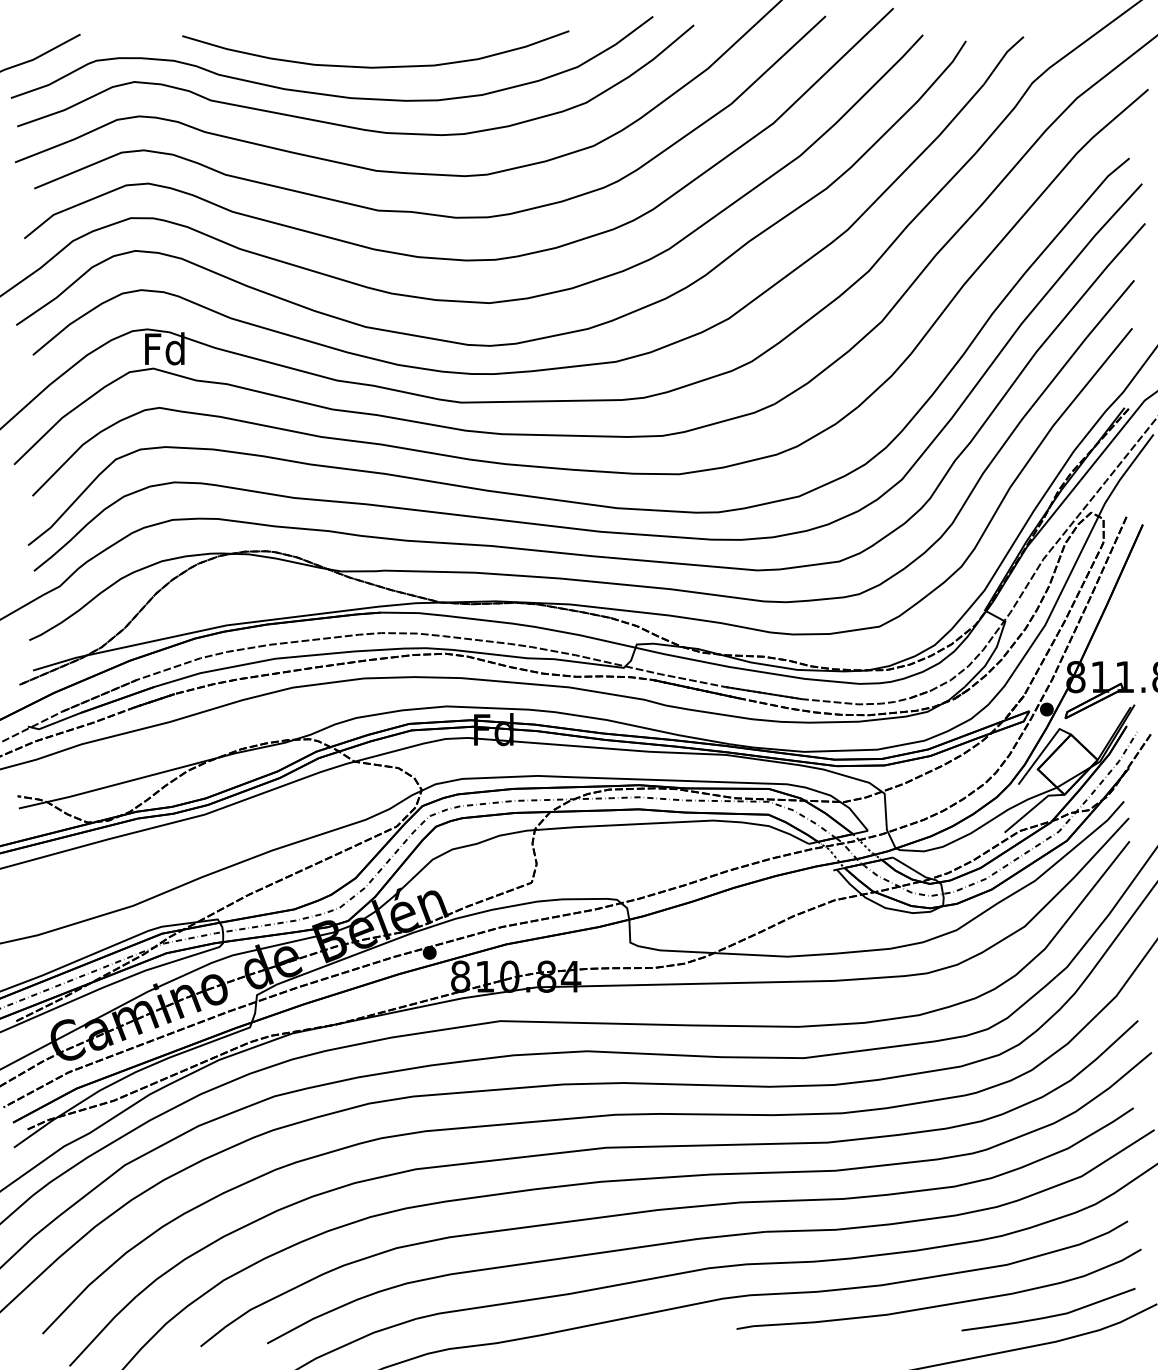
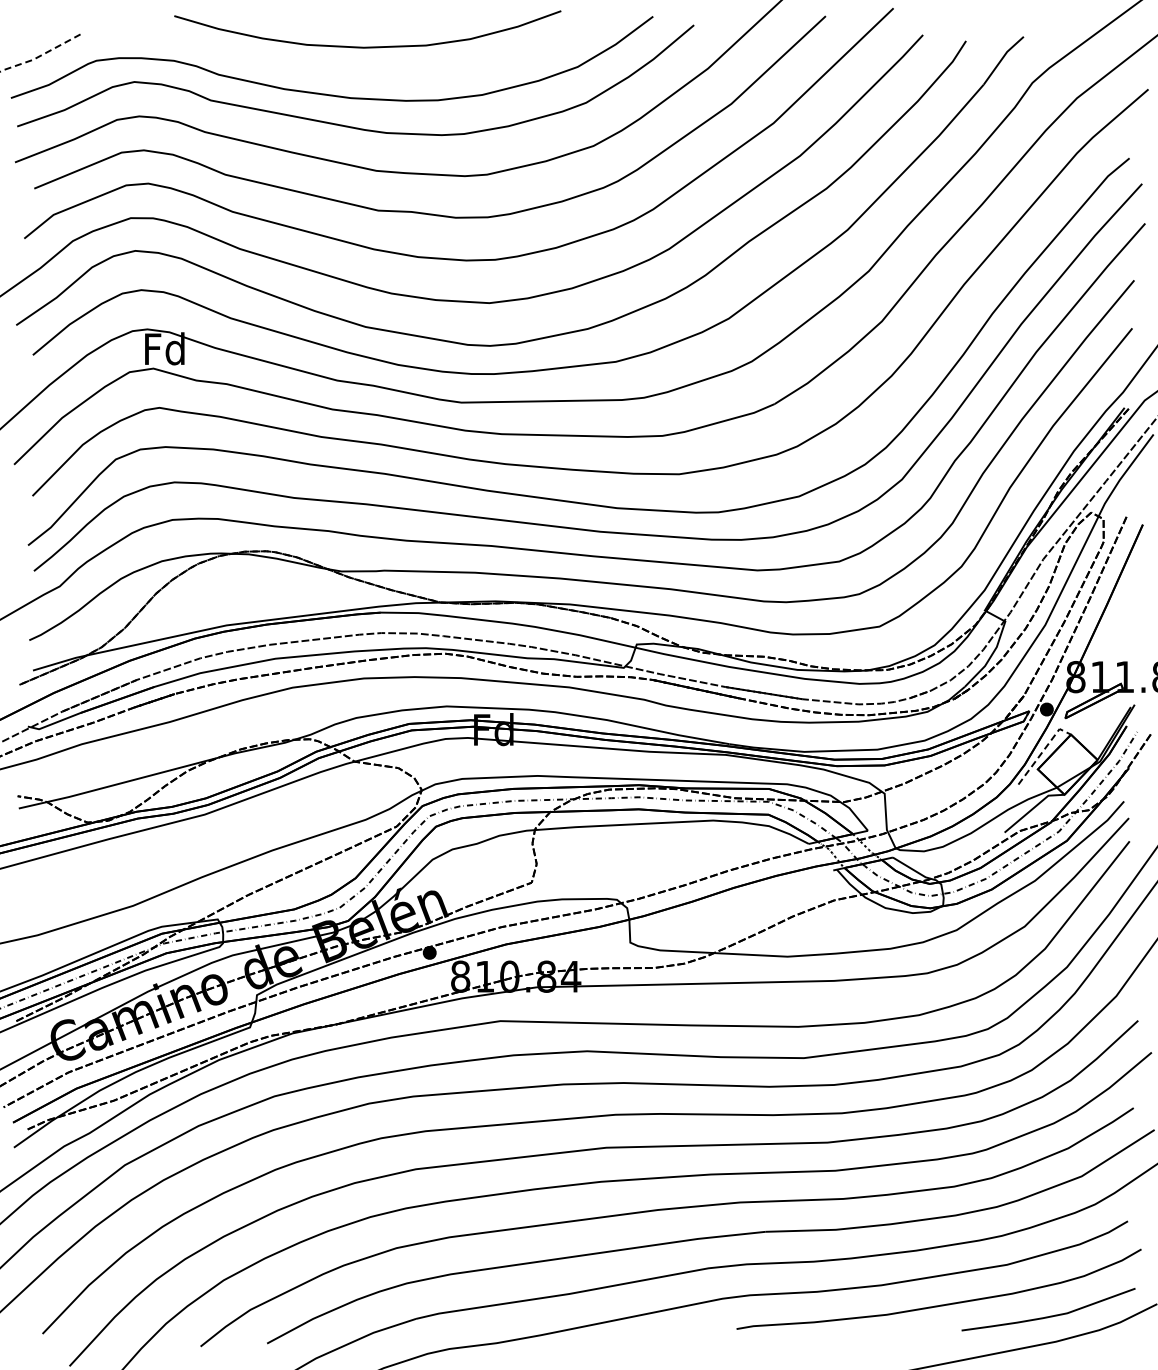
line at (40, 56): solid -> dashed
curve at (375, 66) position: (375, 66) -> (367, 46)
line at (1043, 751): solid -> dashed
